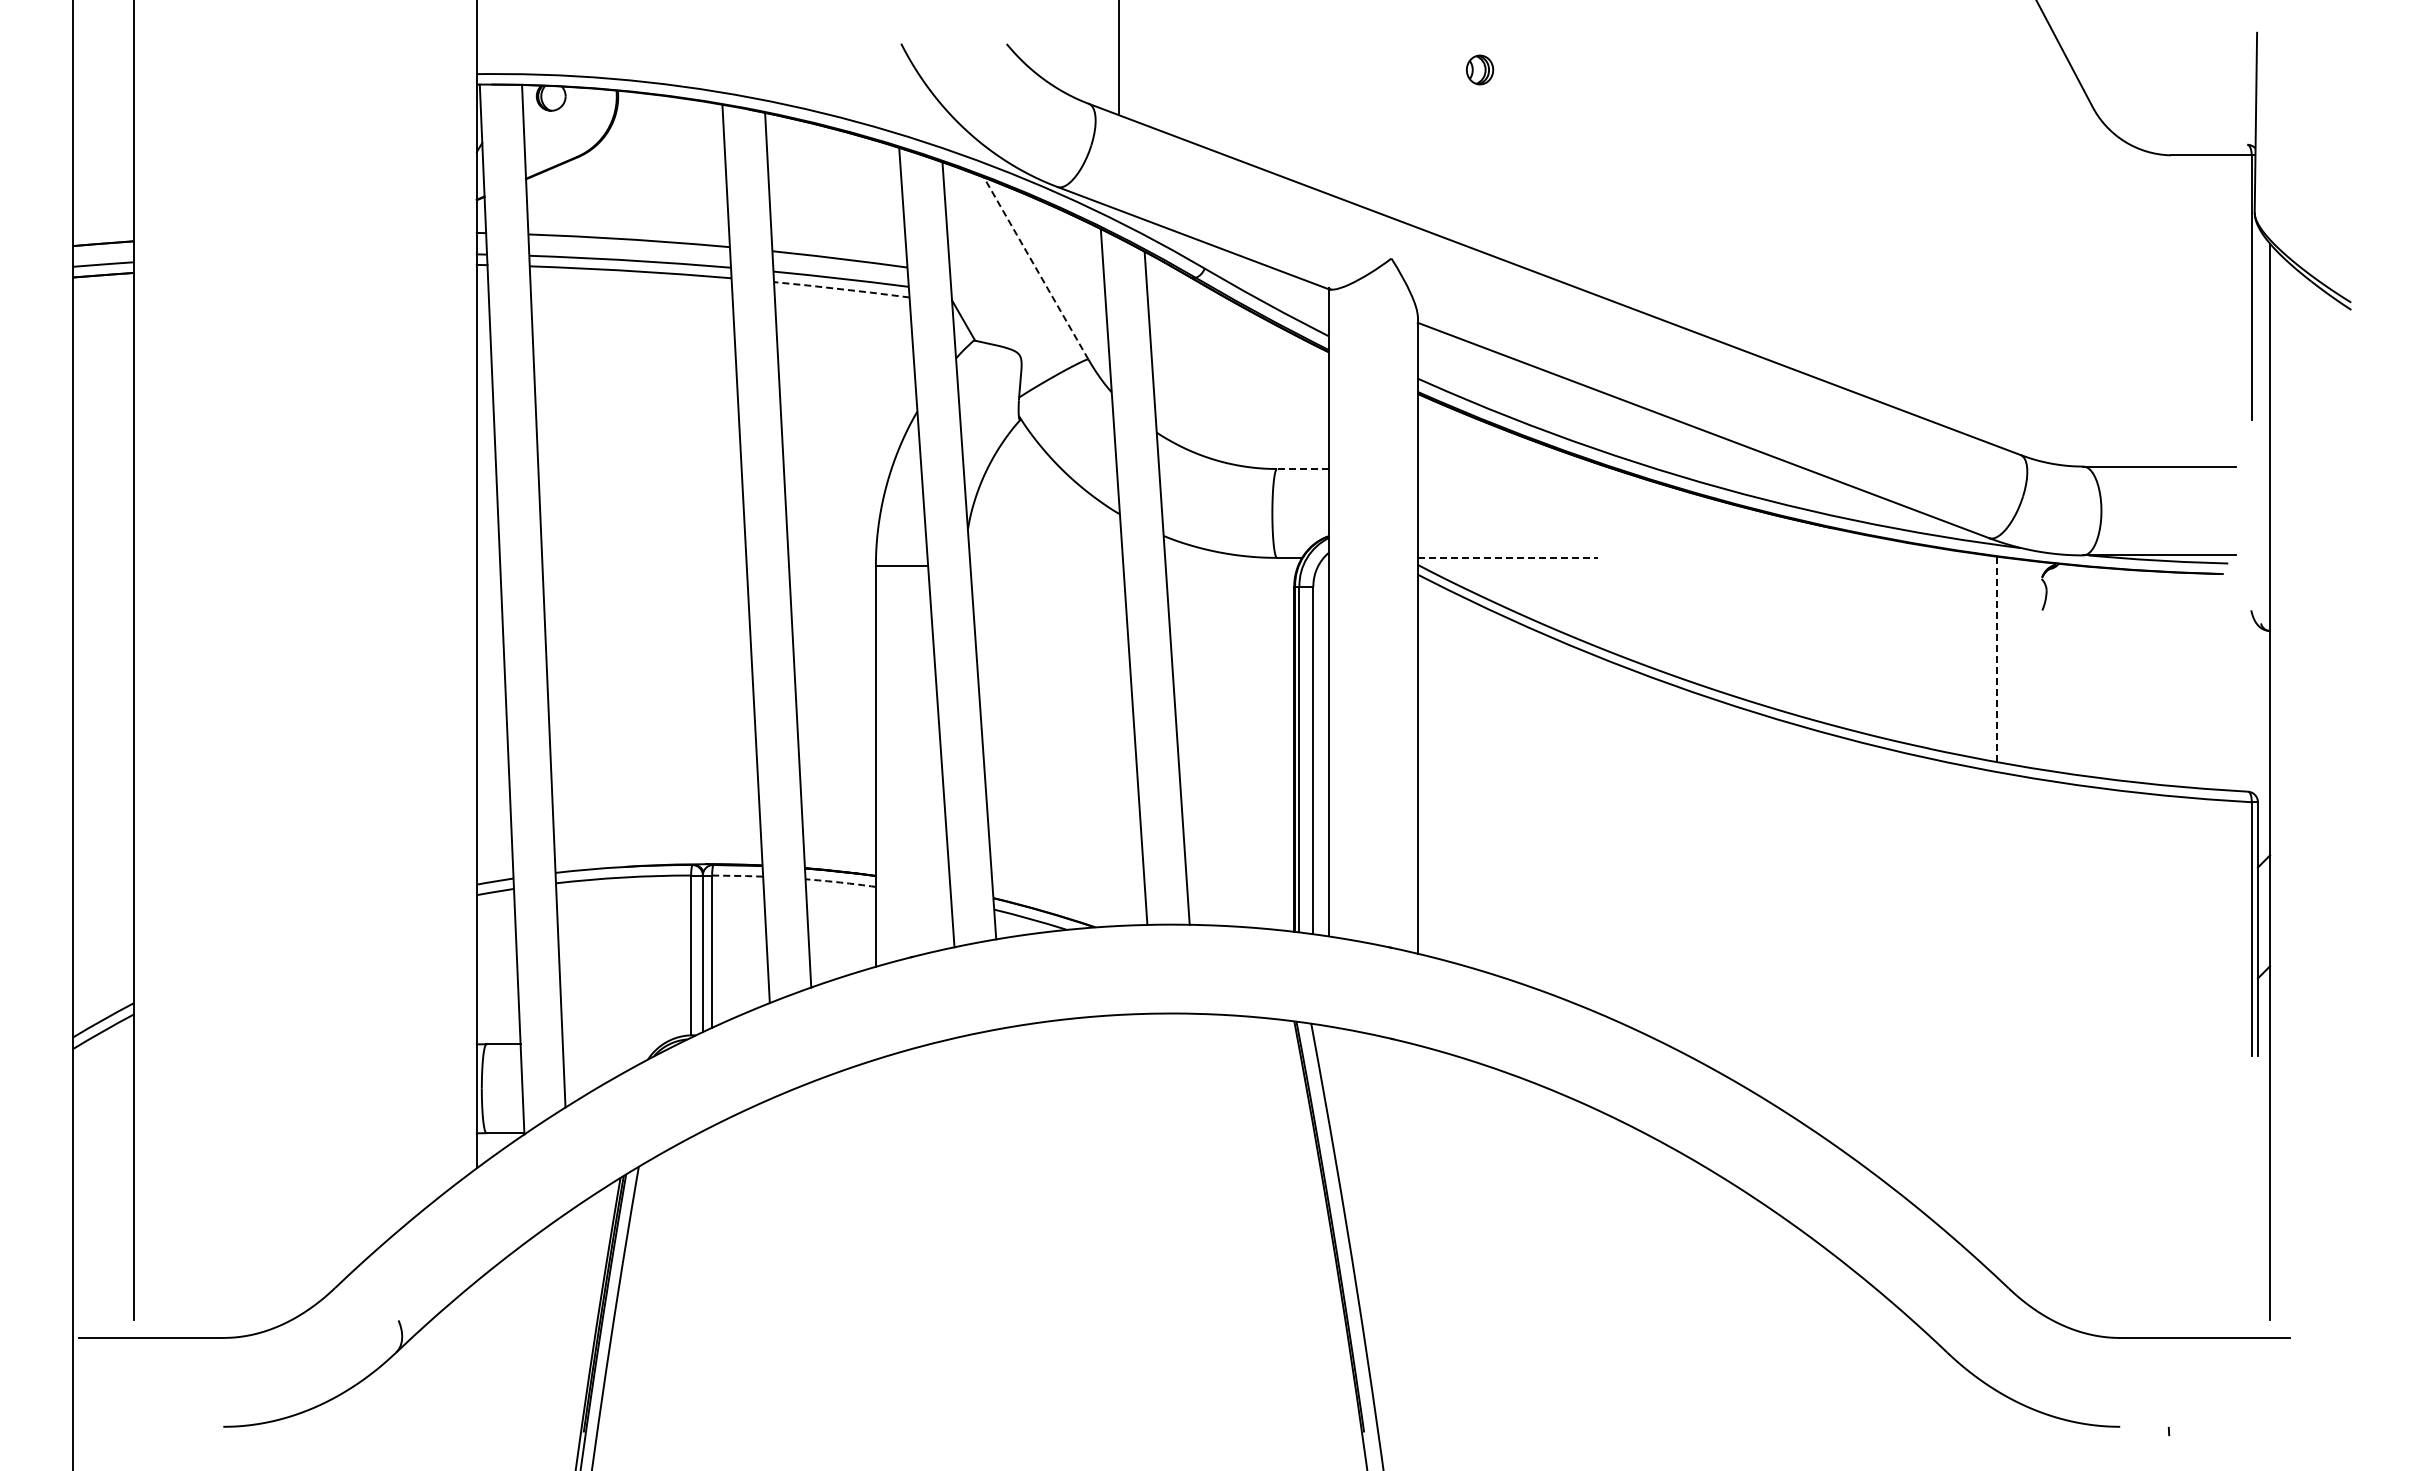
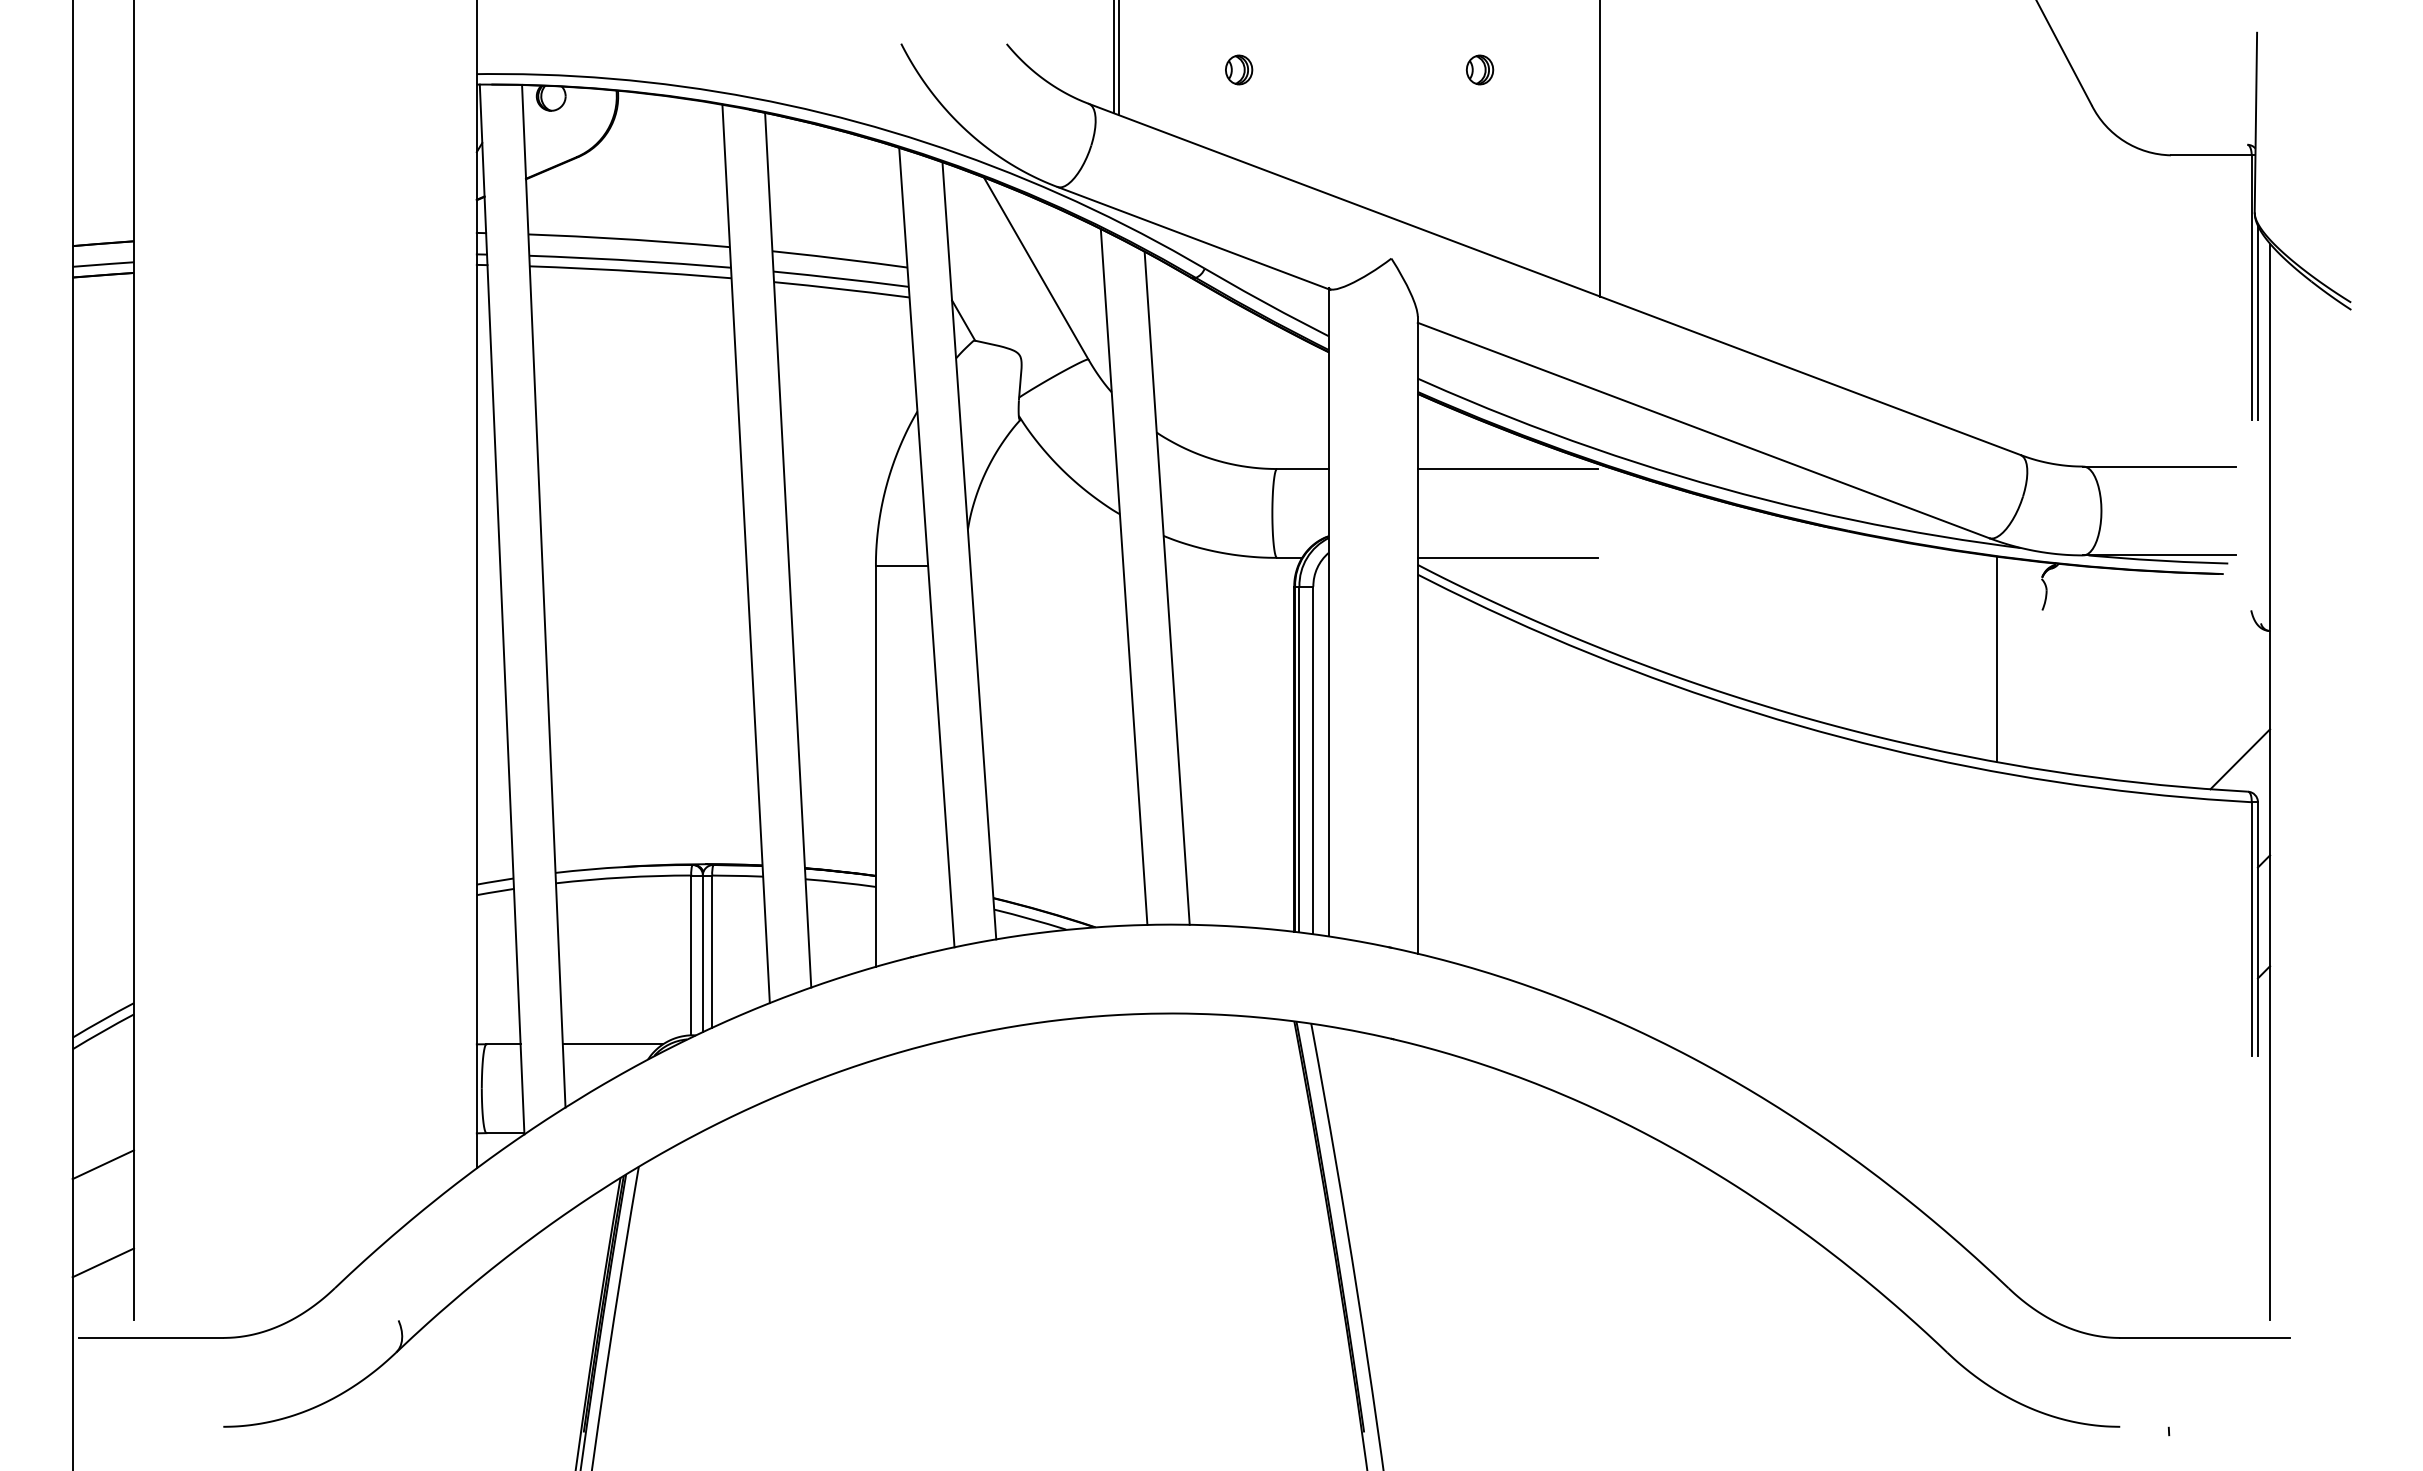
line at (1114, 57): none -> present
part at (1239, 69): none -> present
line at (1600, 149): none -> present
line at (1036, 268): dashed -> solid
line at (841, 289): dashed -> solid
line at (2257, 322): none -> present
line at (1302, 469): dashed -> solid
line at (1507, 469): none -> present
line at (1508, 557): dashed -> solid
line at (1996, 659): dashed -> solid
line at (2240, 759): none -> present
line at (738, 875): dashed -> solid
arc at (840, 882): dashed -> solid
line at (612, 1044): none -> present
line at (103, 1164): none -> present
line at (103, 1262): none -> present
